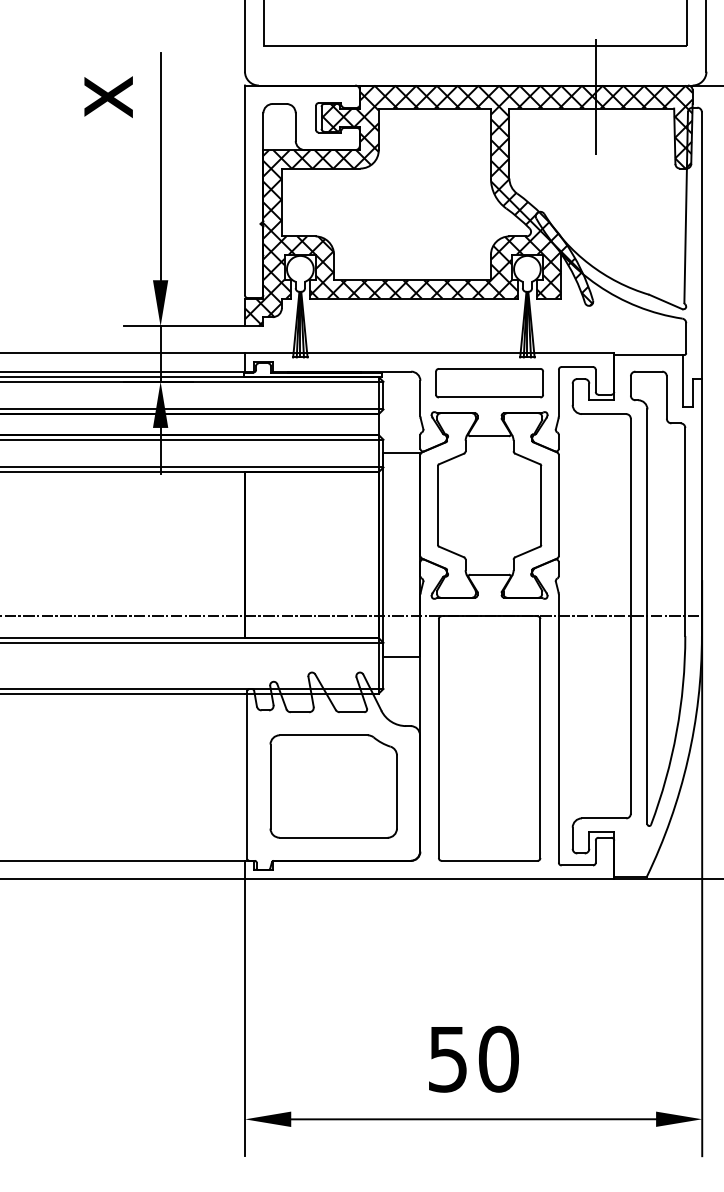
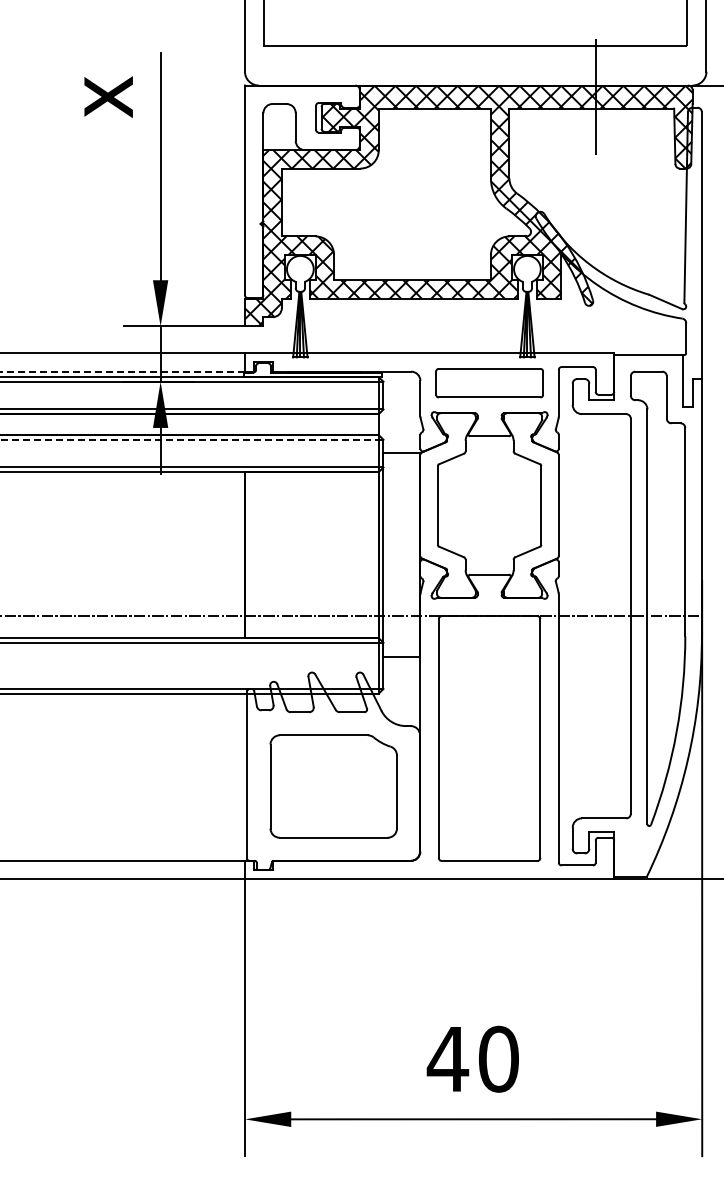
line at (122, 371): solid -> dashed
line at (190, 439): solid -> dashed
text at (447, 1059): 50 -> 40
